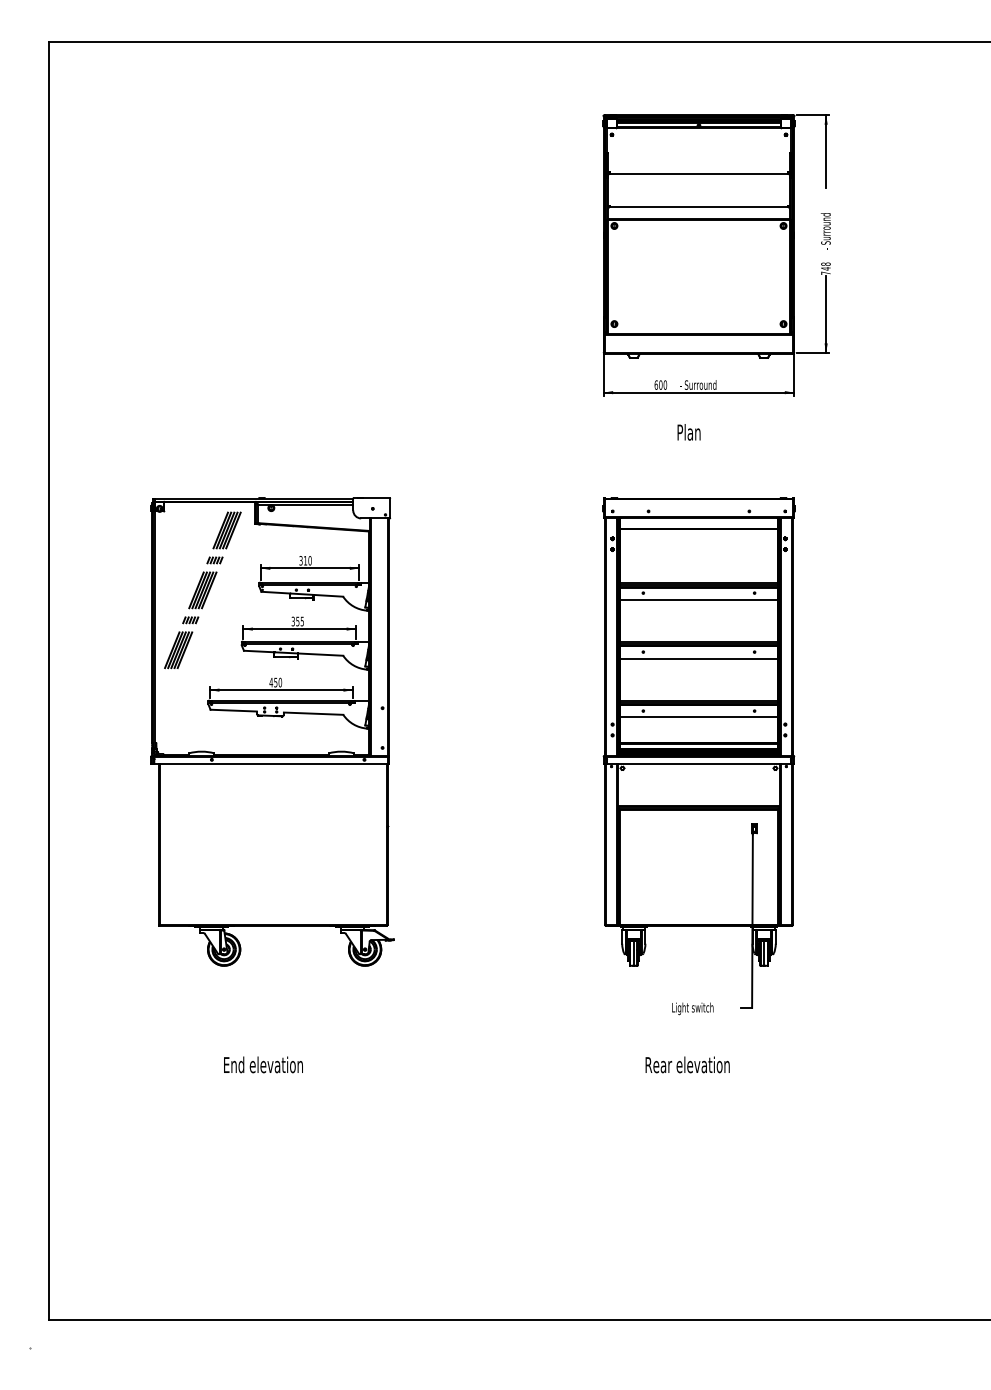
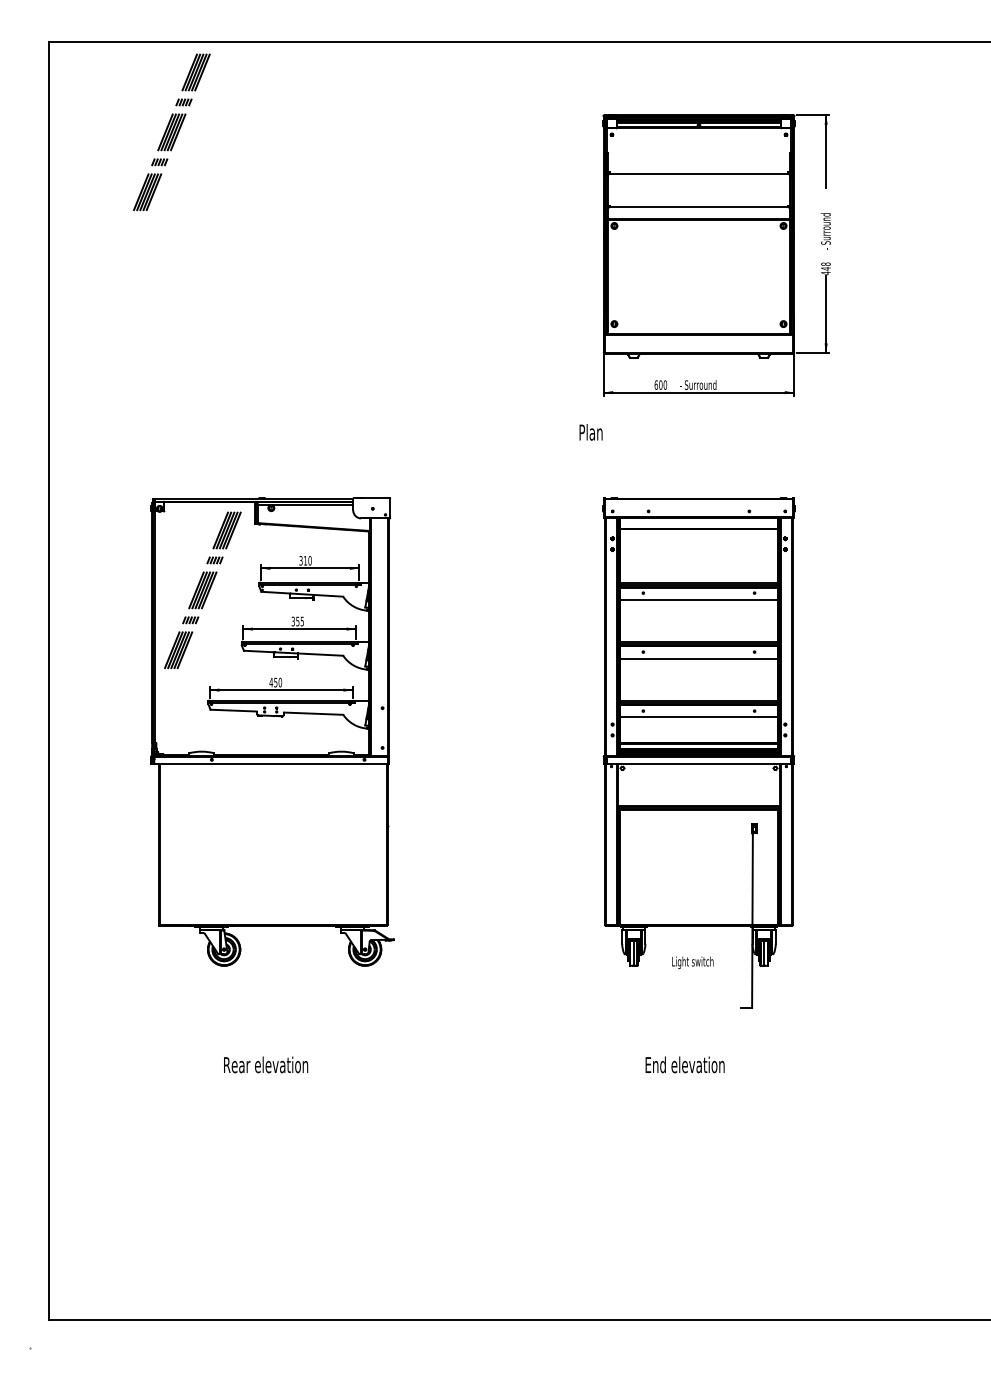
part at (171, 132): none -> present
text at (825, 273): 748 -> 448
text at (688, 432) position: (688, 432) -> (590, 432)
text at (692, 1008) position: (692, 1008) -> (692, 962)
text at (266, 1064): End elevation -> Rear elevation
text at (687, 1064): Rear elevation -> End elevation
